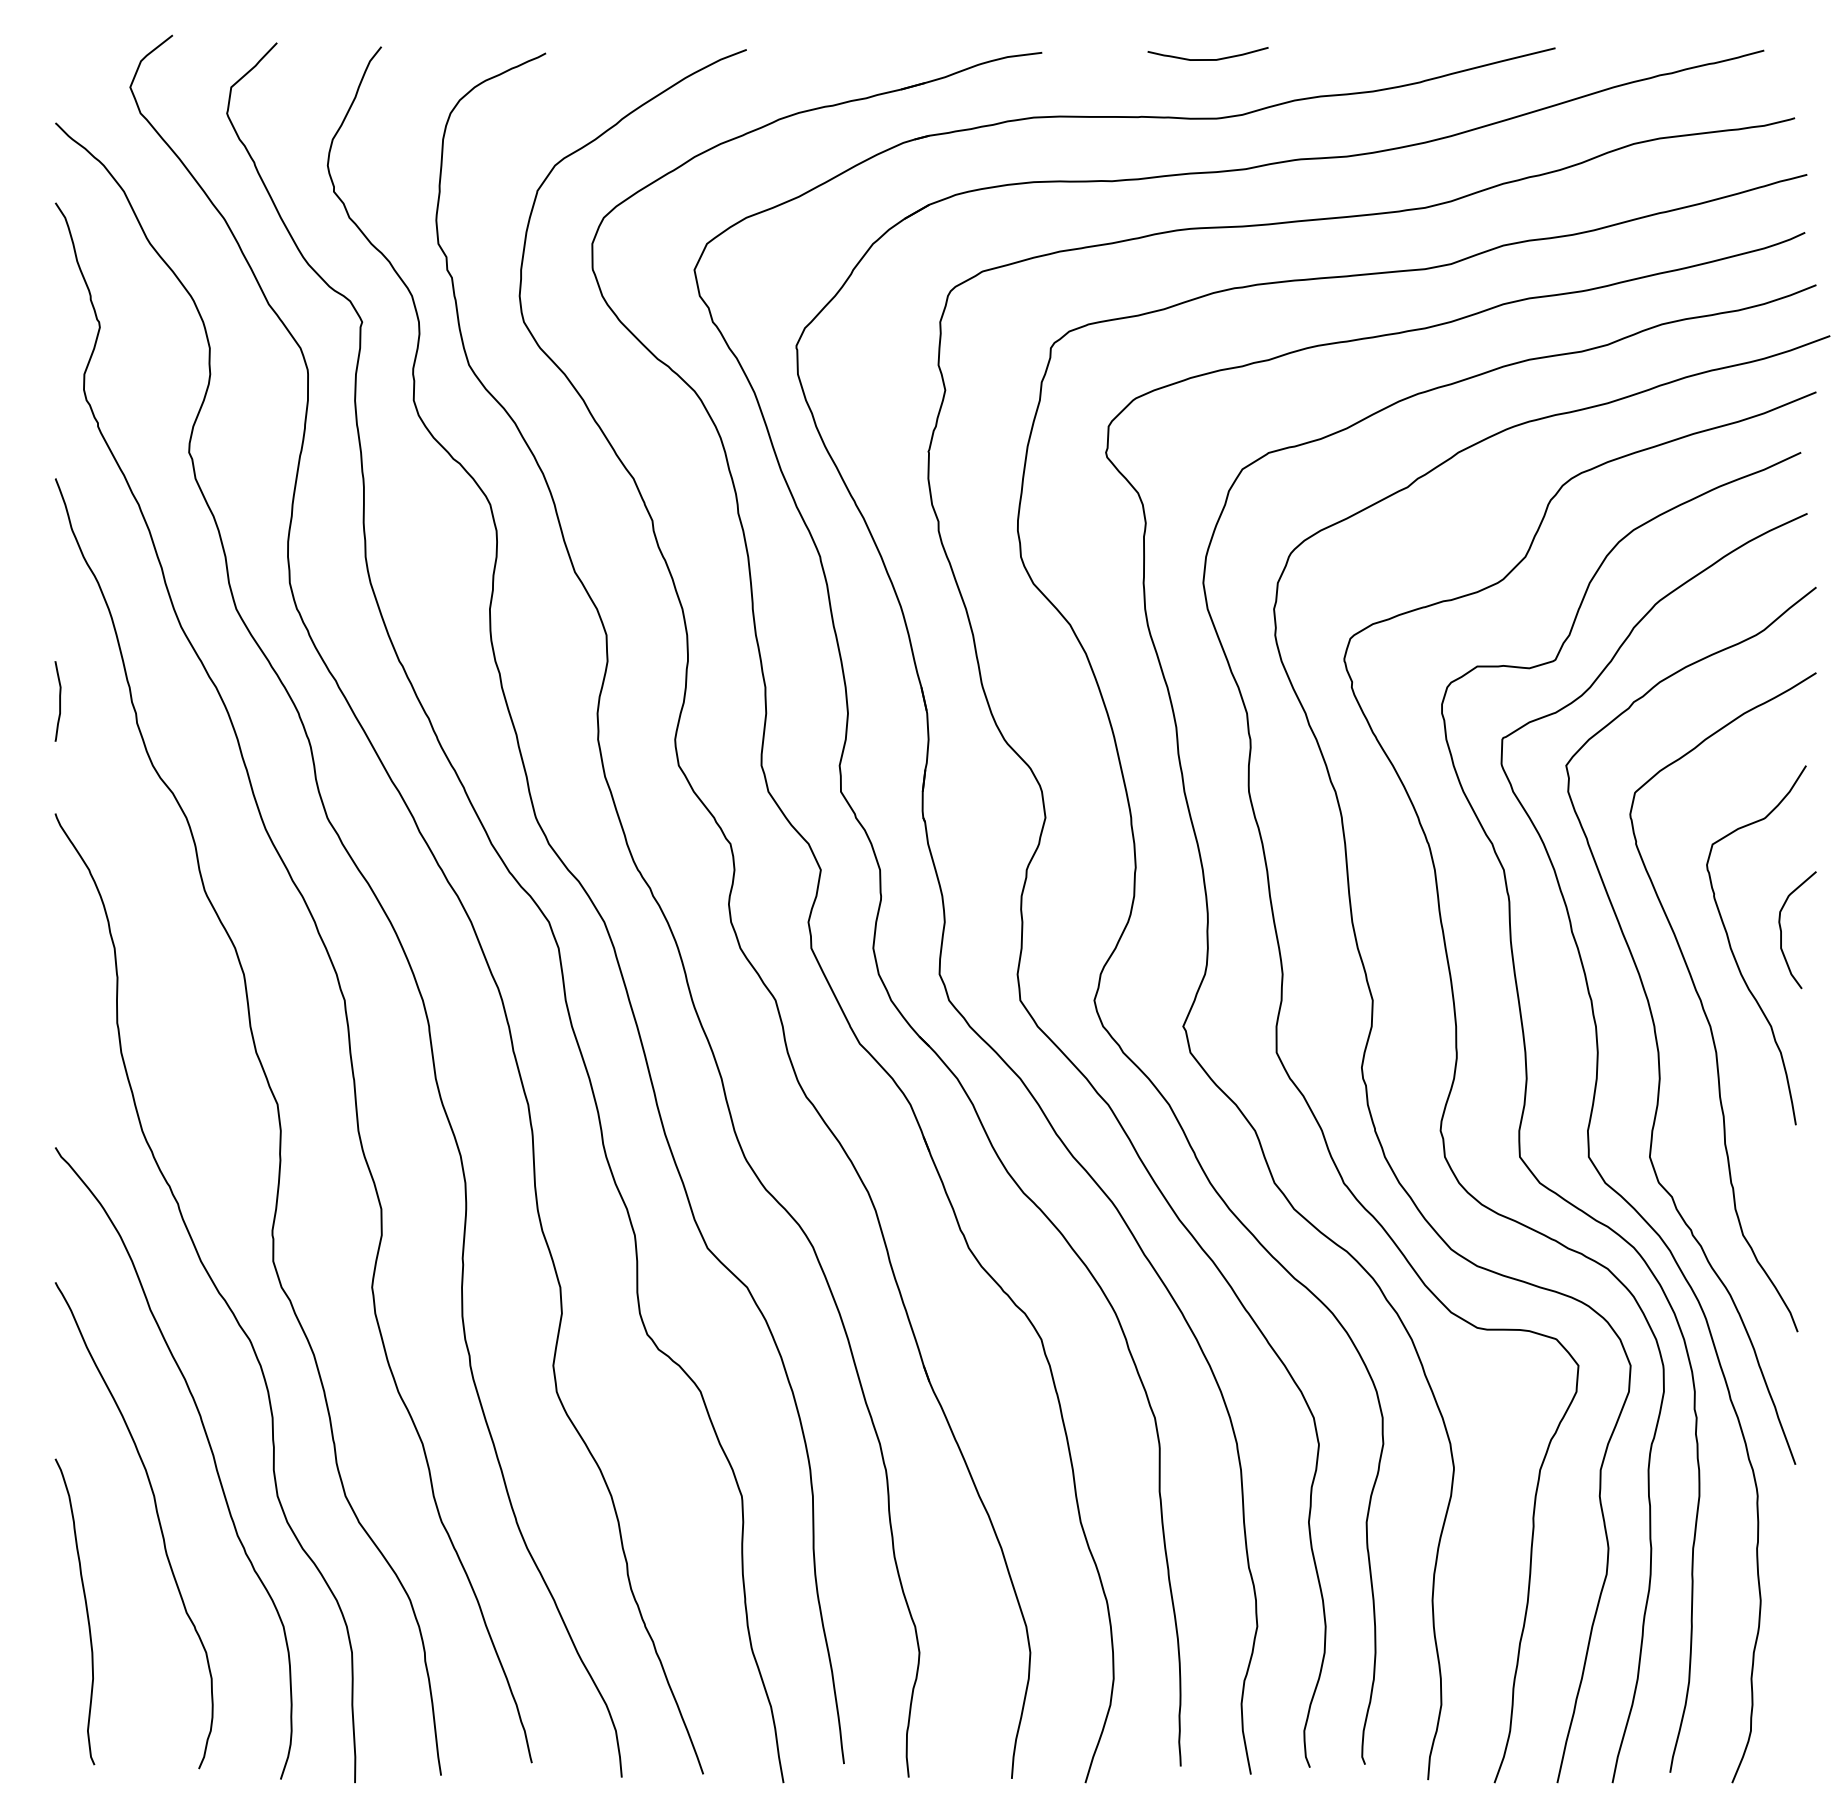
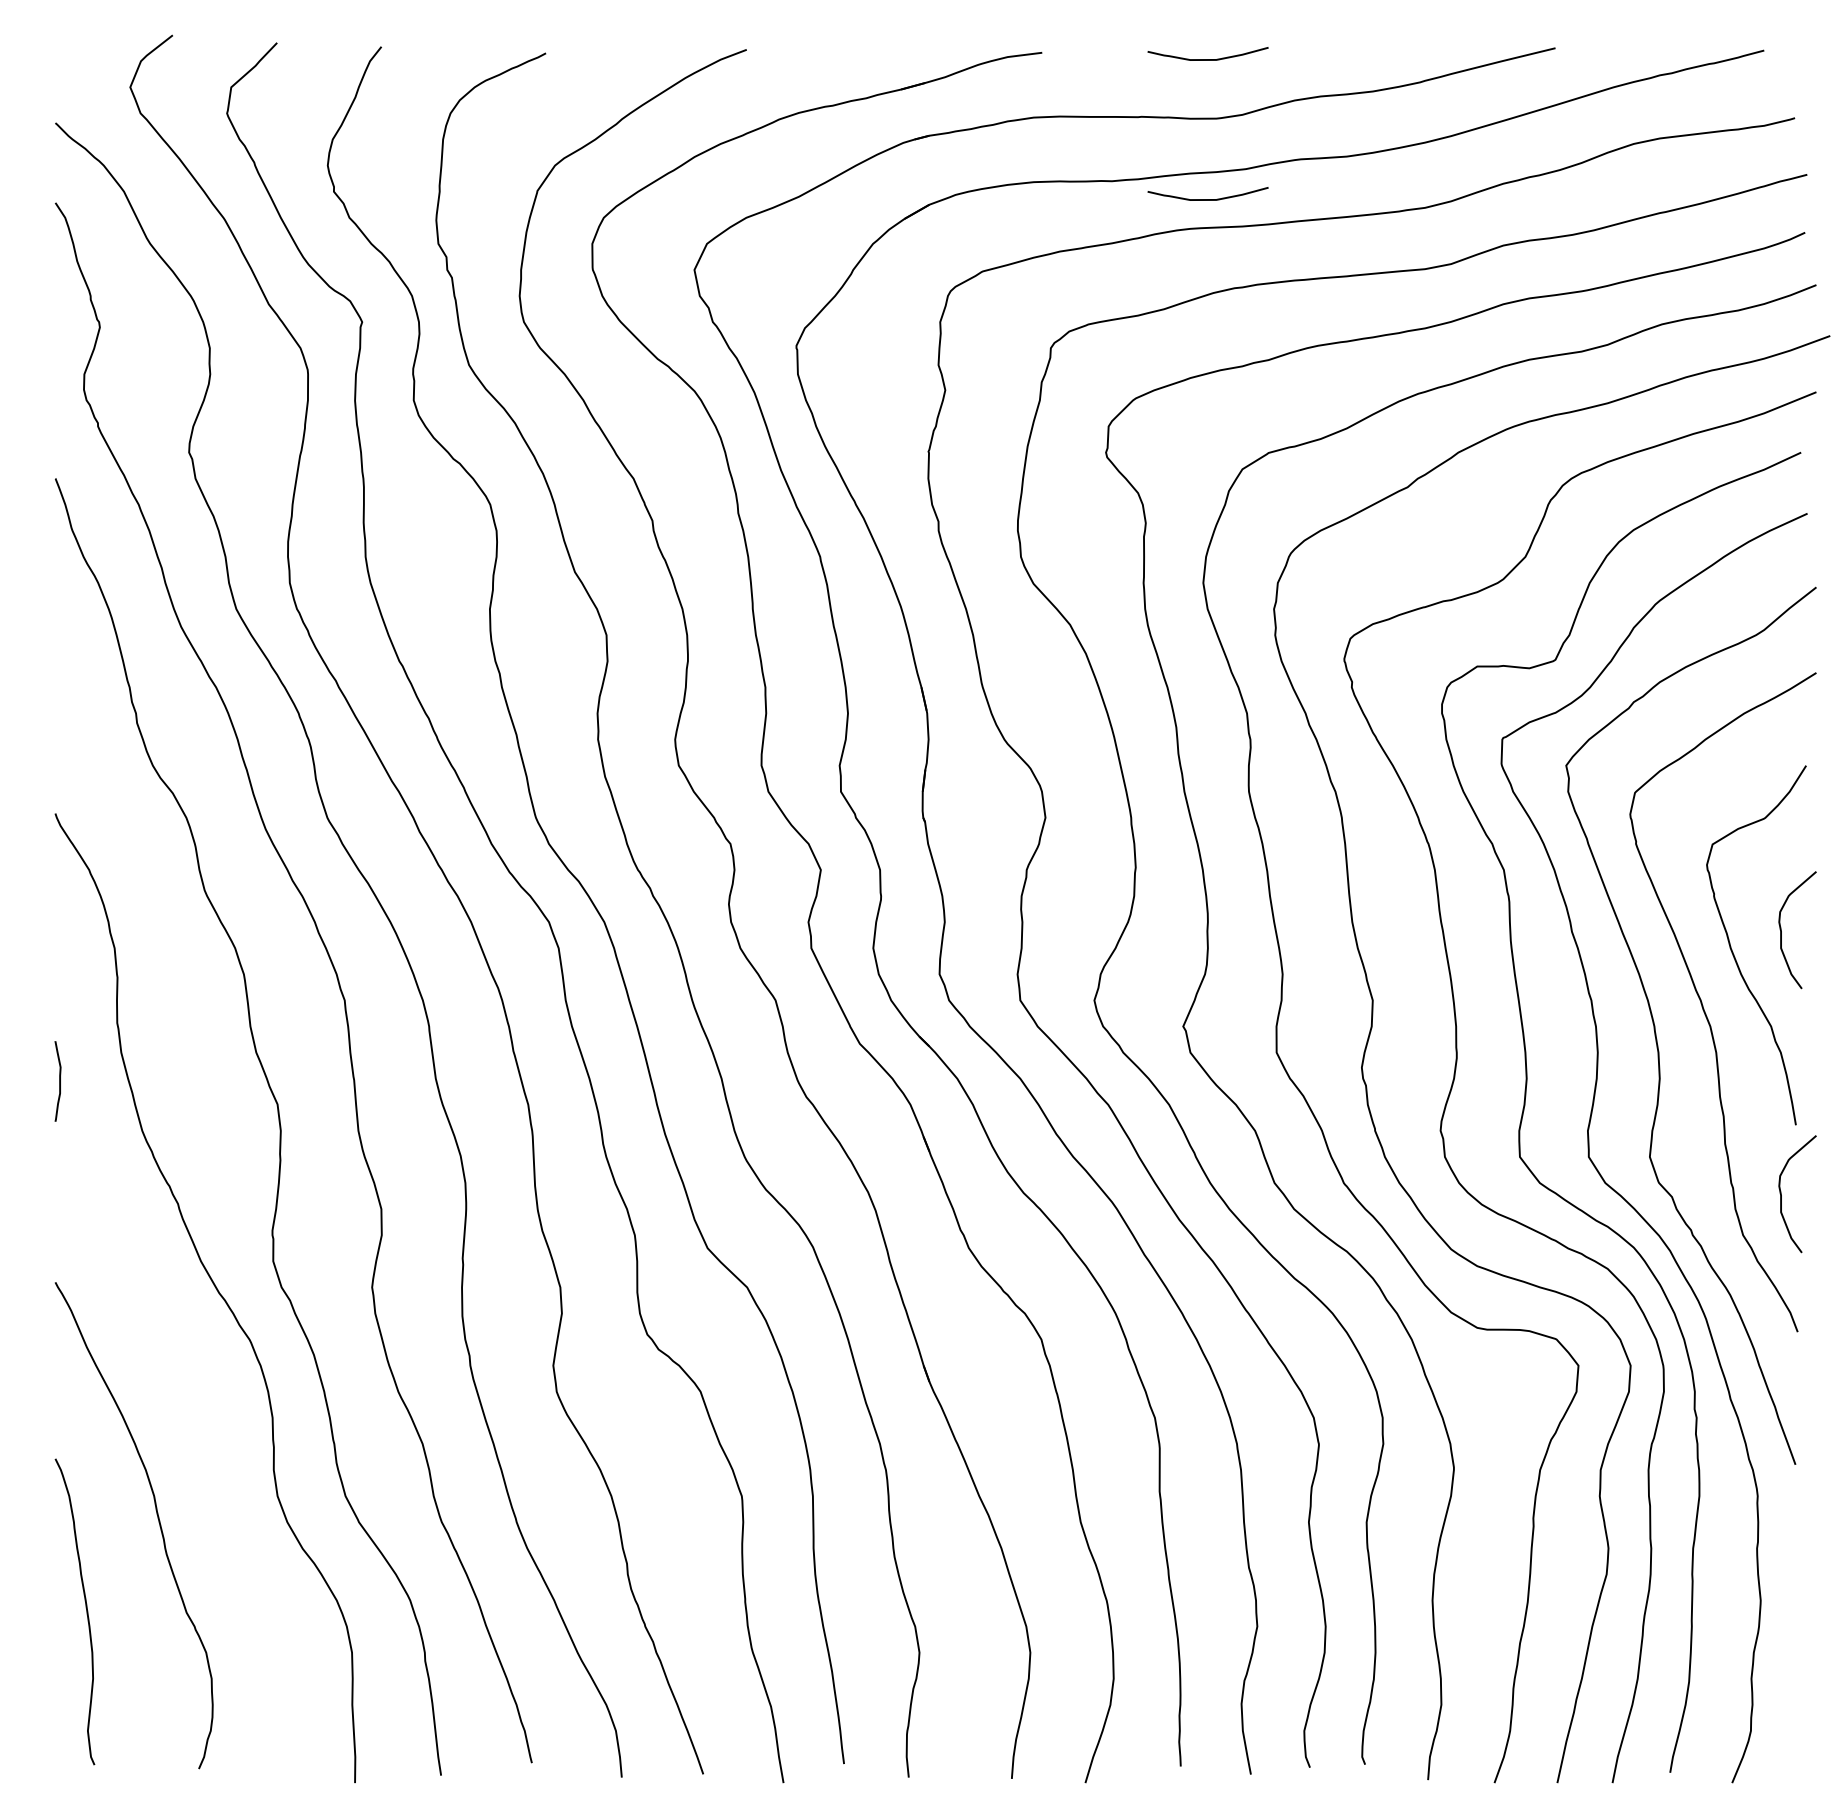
curve at (1207, 199): none -> present
curve at (59, 701) position: (59, 701) -> (59, 1081)
curve at (1781, 1194): none -> present
curve at (210, 1450): present -> none
